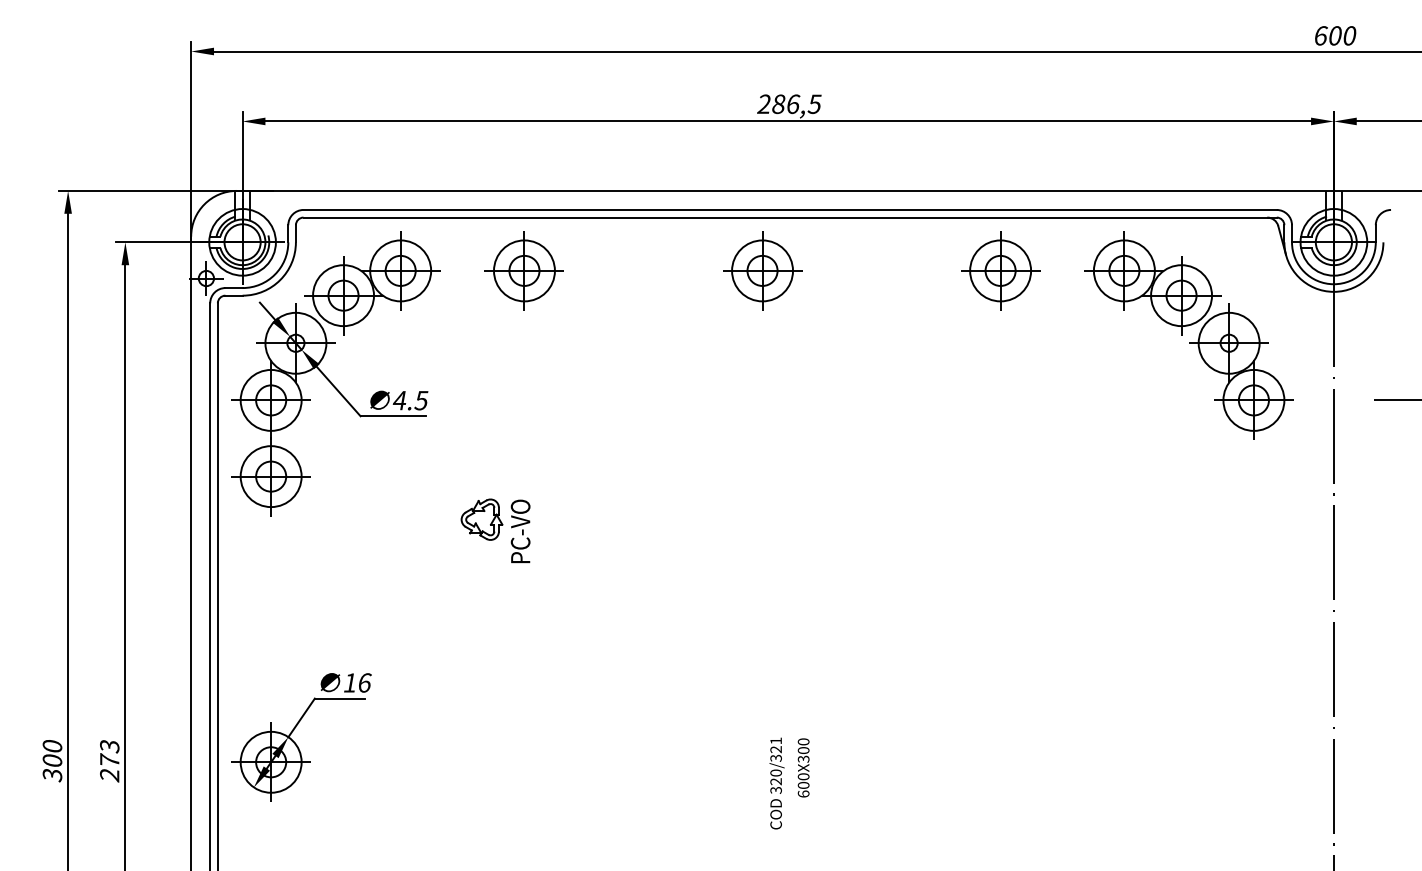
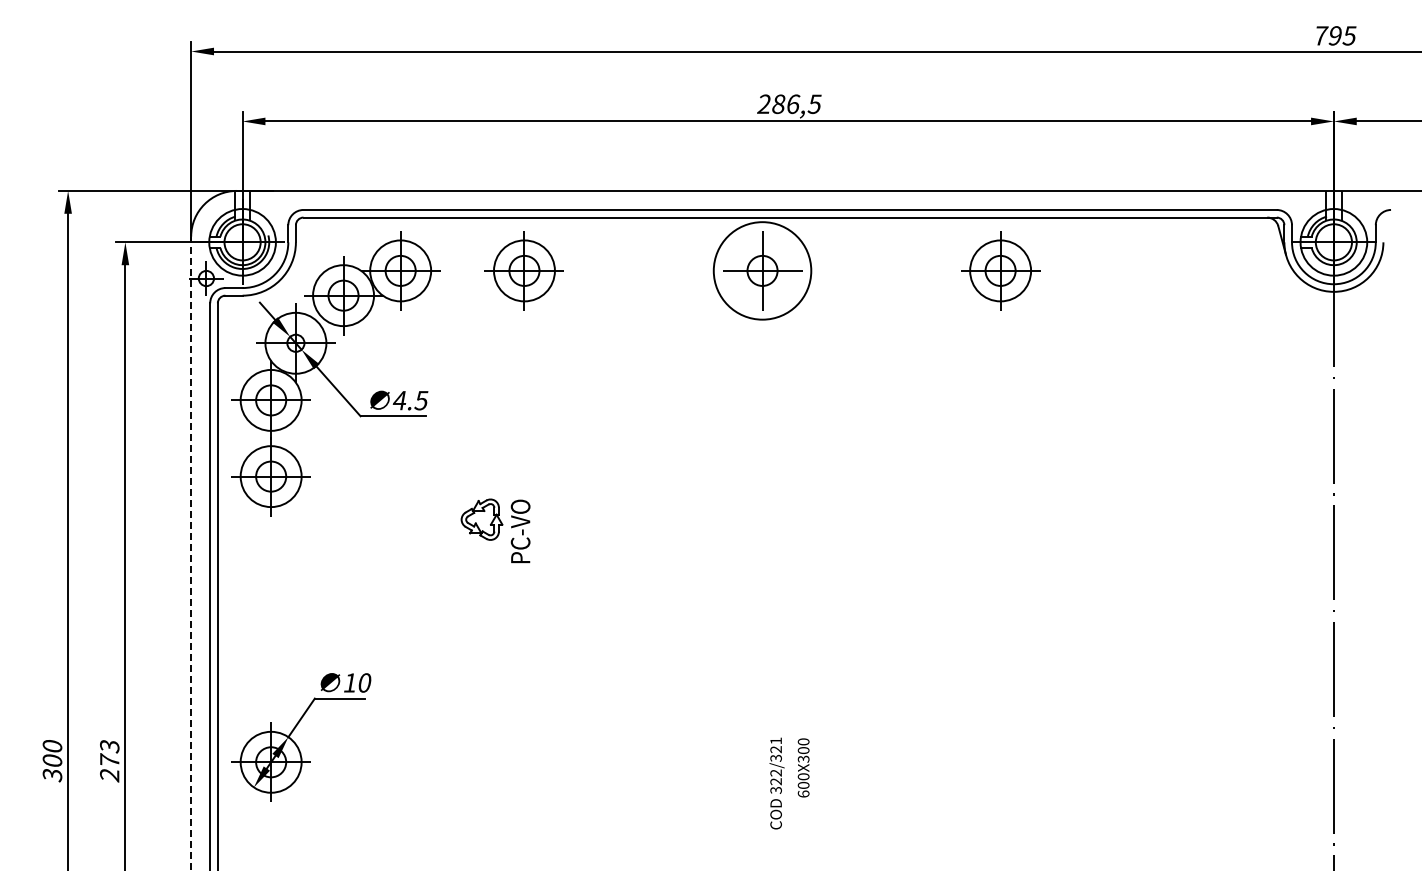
text at (1335, 35): 600 -> 795
circle at (762, 270) diameter: 61 px -> 98 px
part at (1188, 335): present -> none
line at (1395, 400): present -> none
line at (191, 553): solid -> dashed
text at (364, 682): 16 -> 10
text at (775, 772): 320/321 -> 322/321
